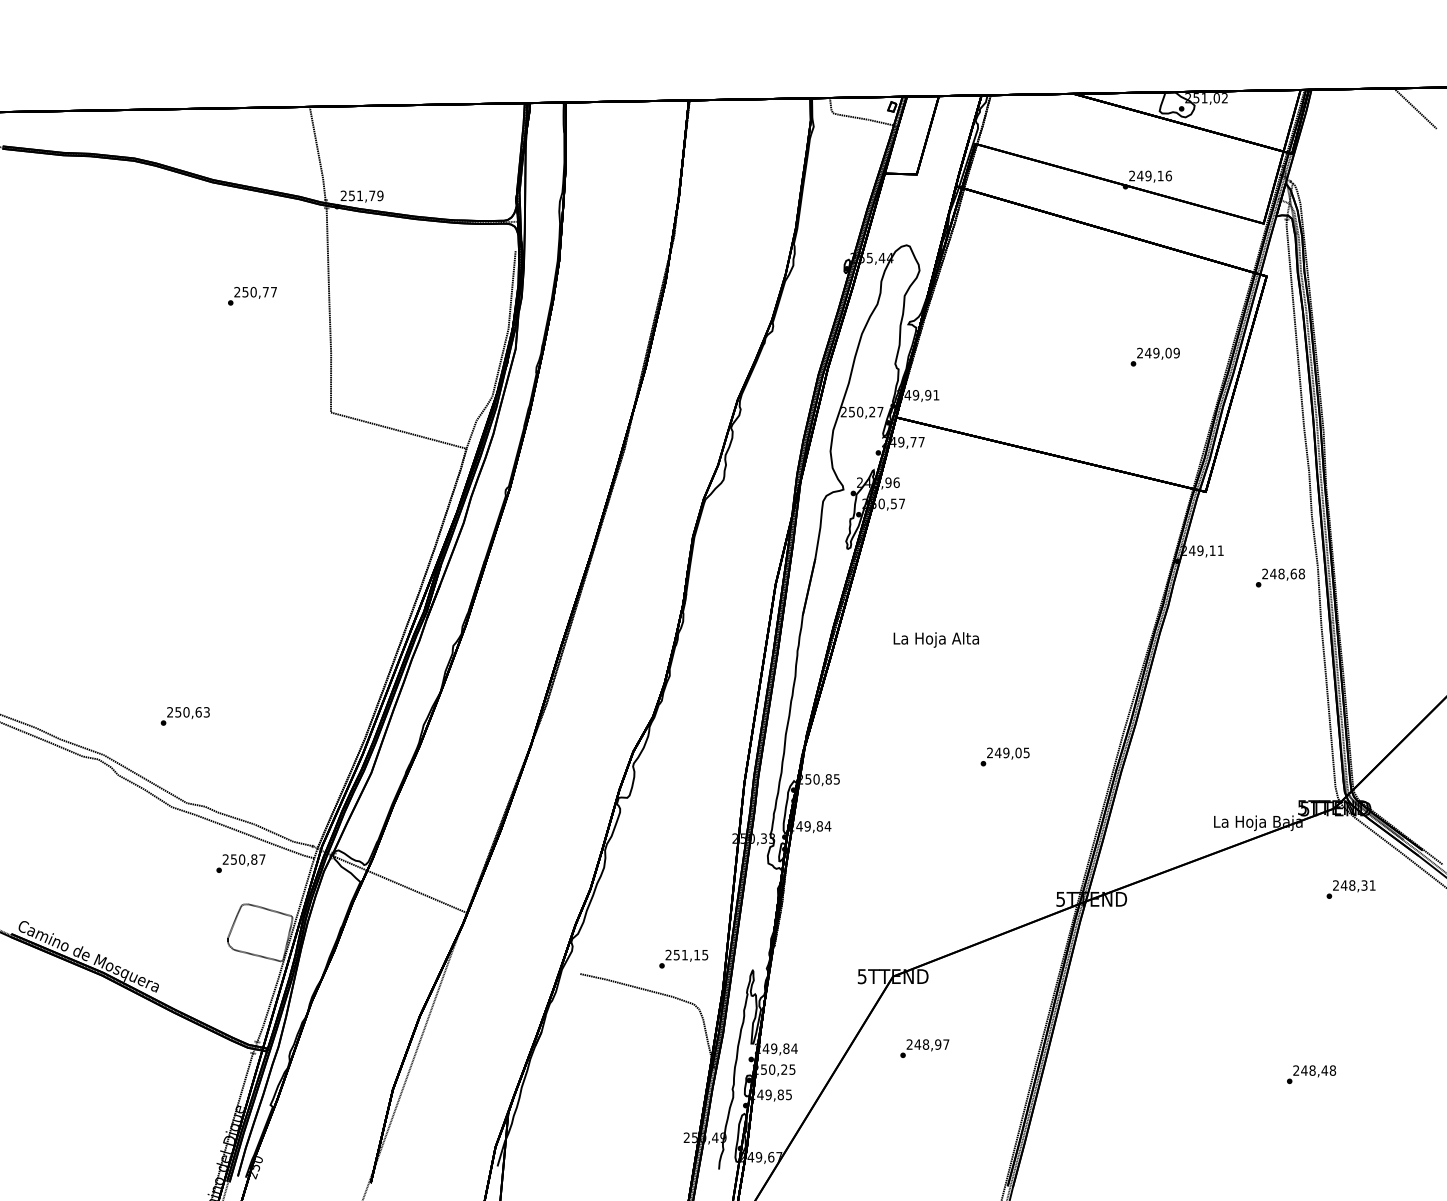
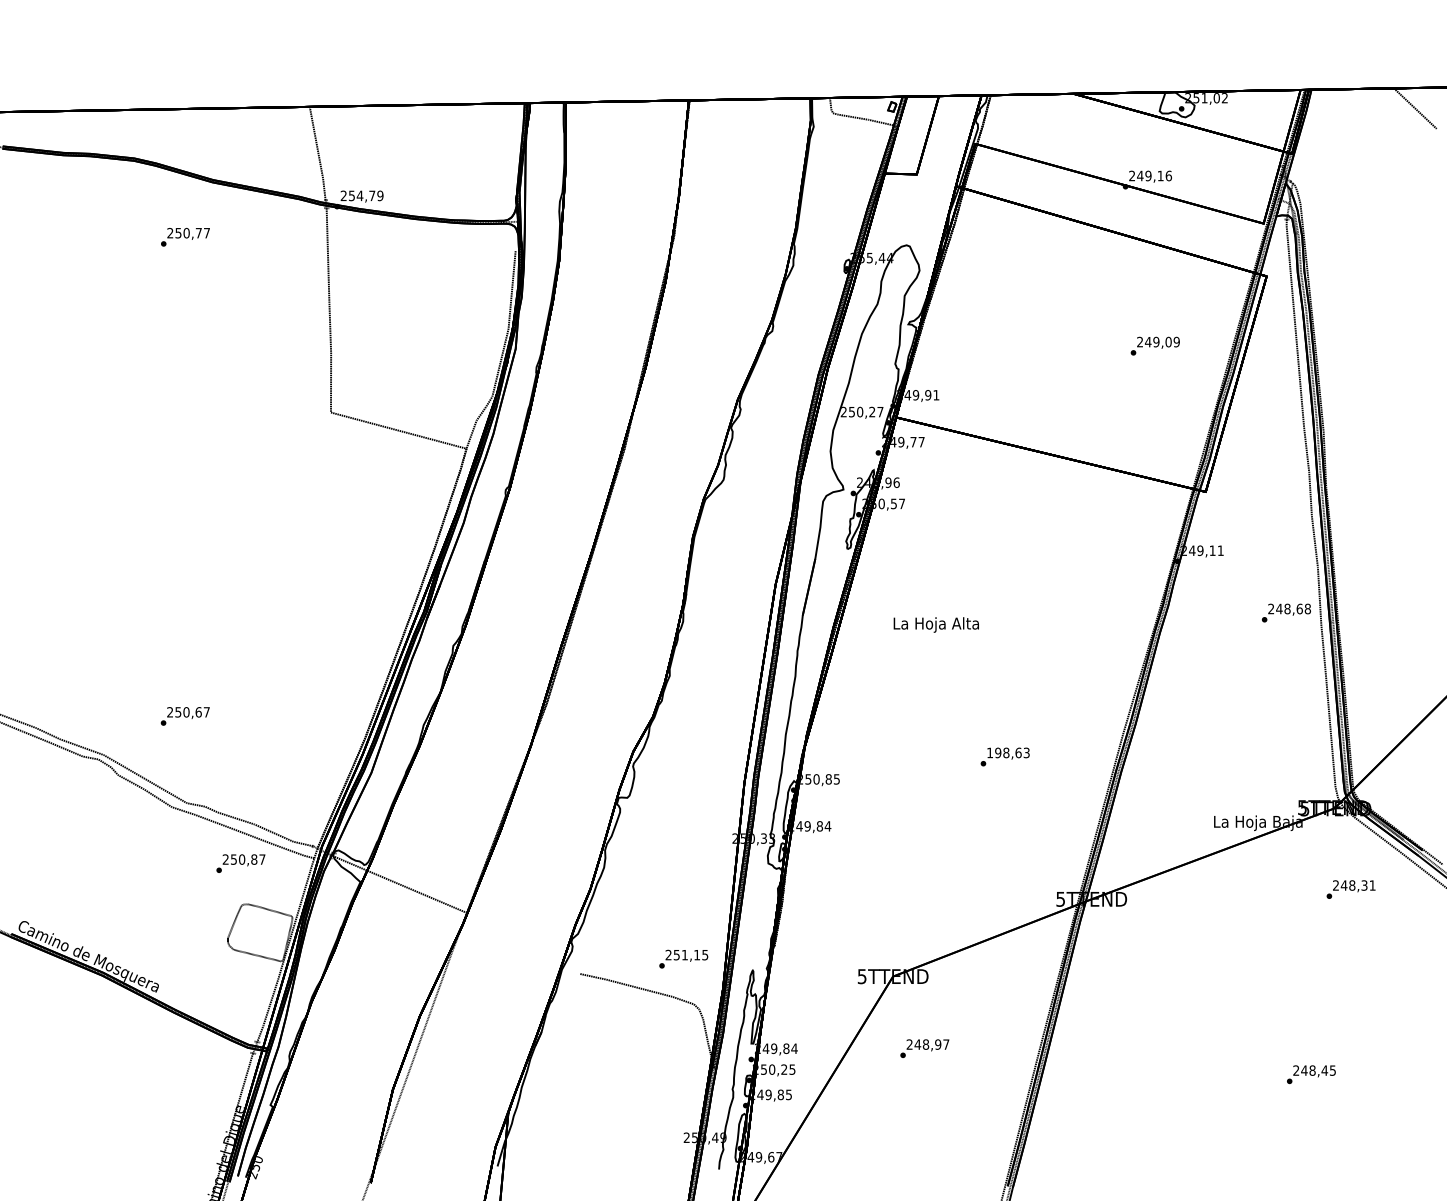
text at (359, 195): 251,79 -> 254,79
text at (252, 296) position: (252, 296) -> (185, 237)
text at (1154, 356) position: (1154, 356) -> (1154, 345)
text at (1279, 577) position: (1279, 577) -> (1285, 612)
text at (935, 639) position: (935, 639) -> (935, 624)
text at (206, 712): 250,63 -> 250,67
text at (1008, 752): 249,05 -> 198,63
text at (1332, 1070): 248,48 -> 248,45
